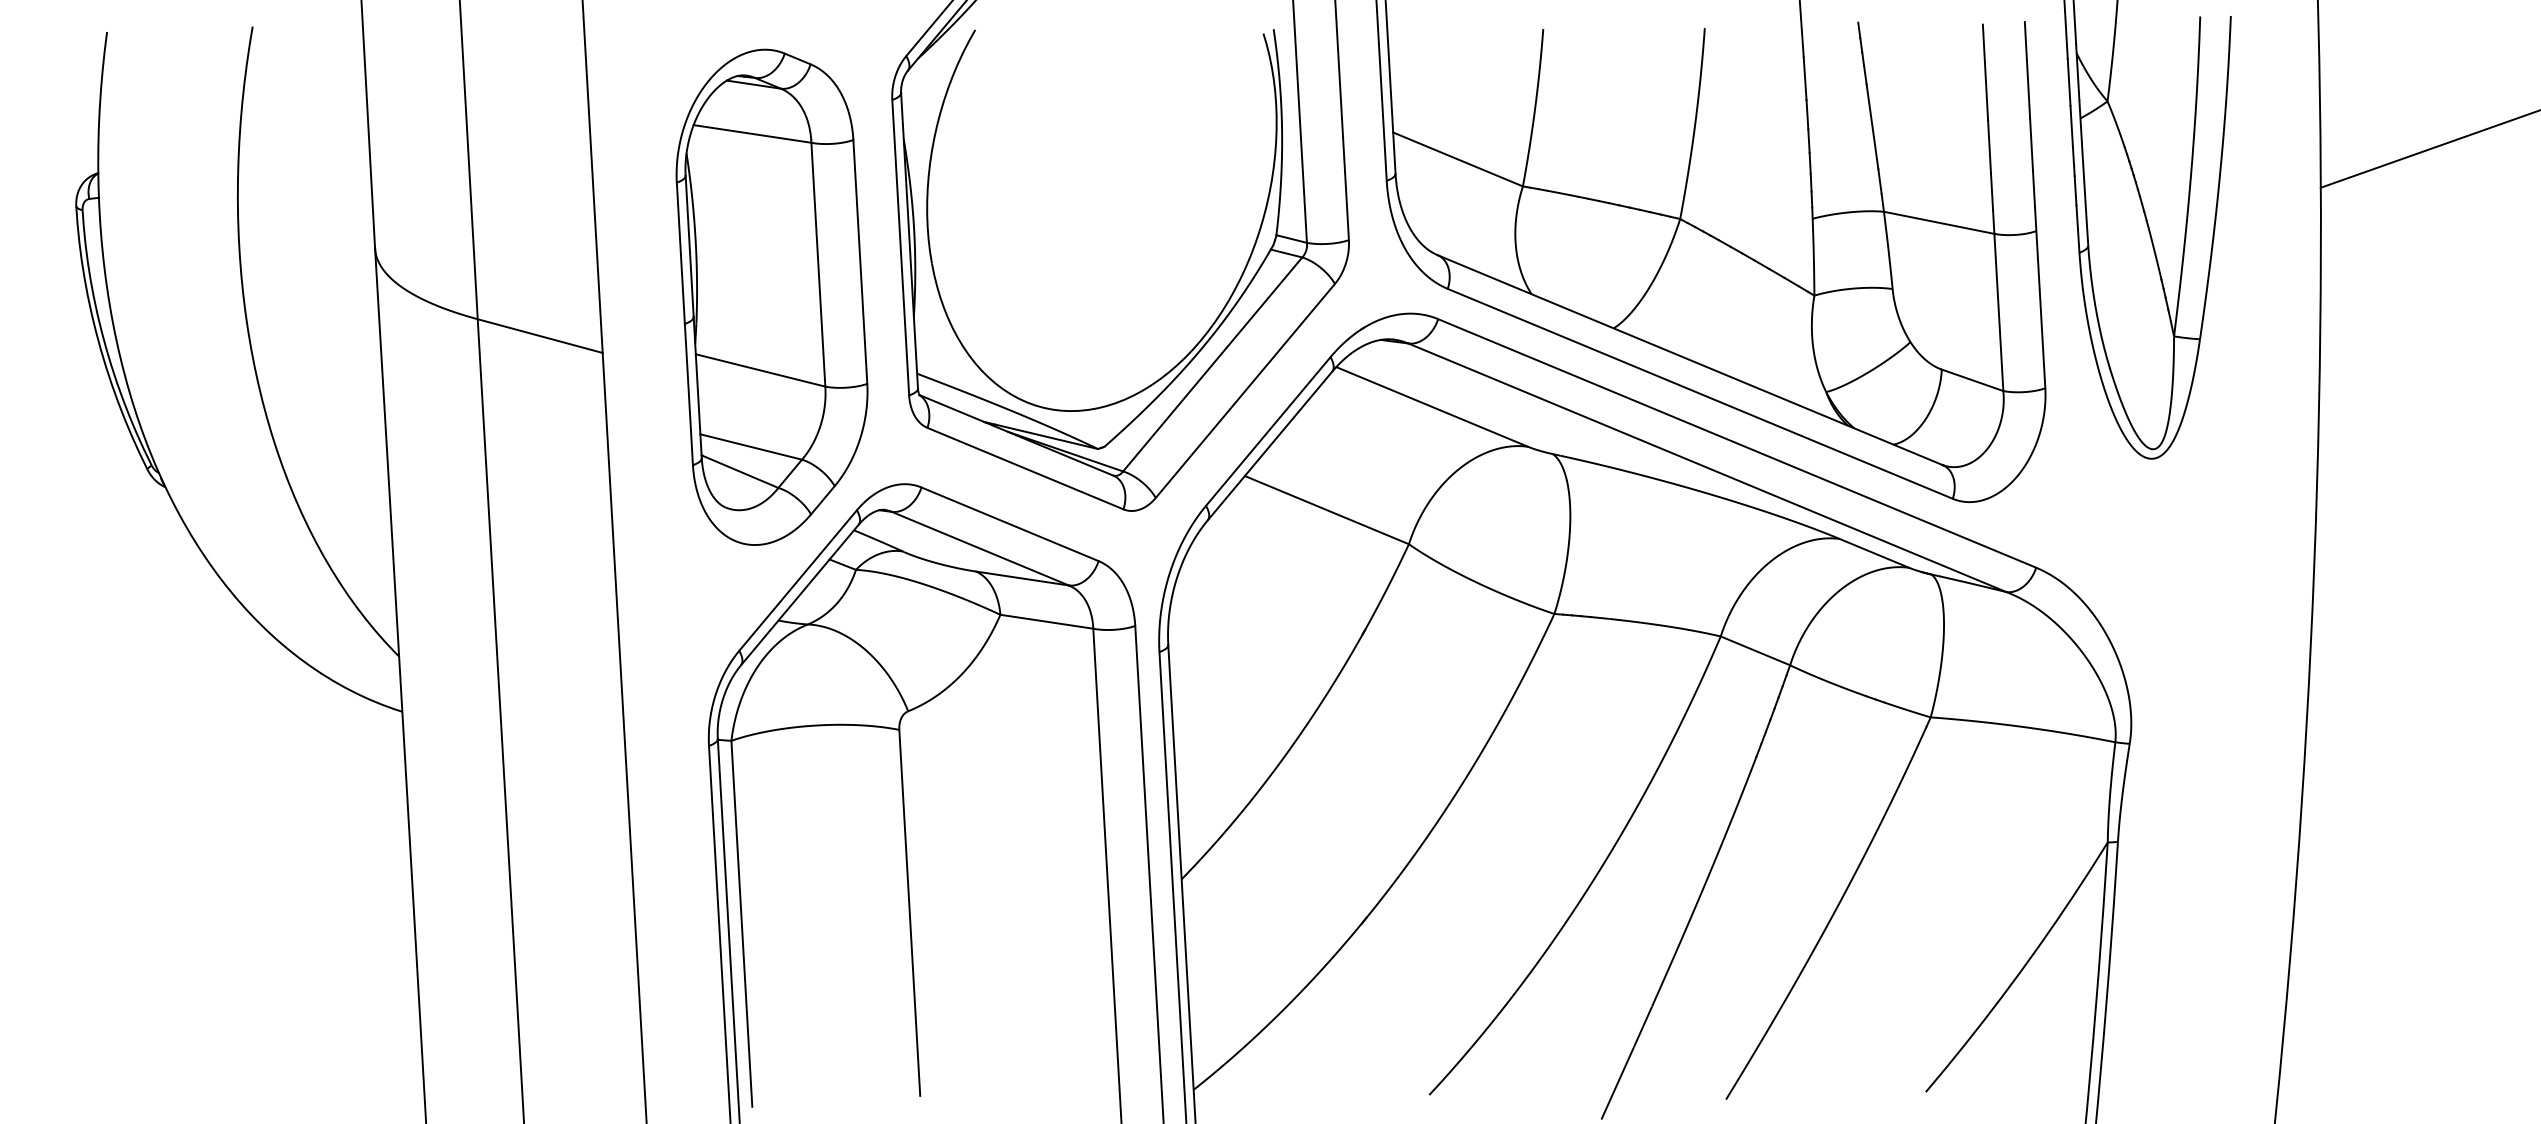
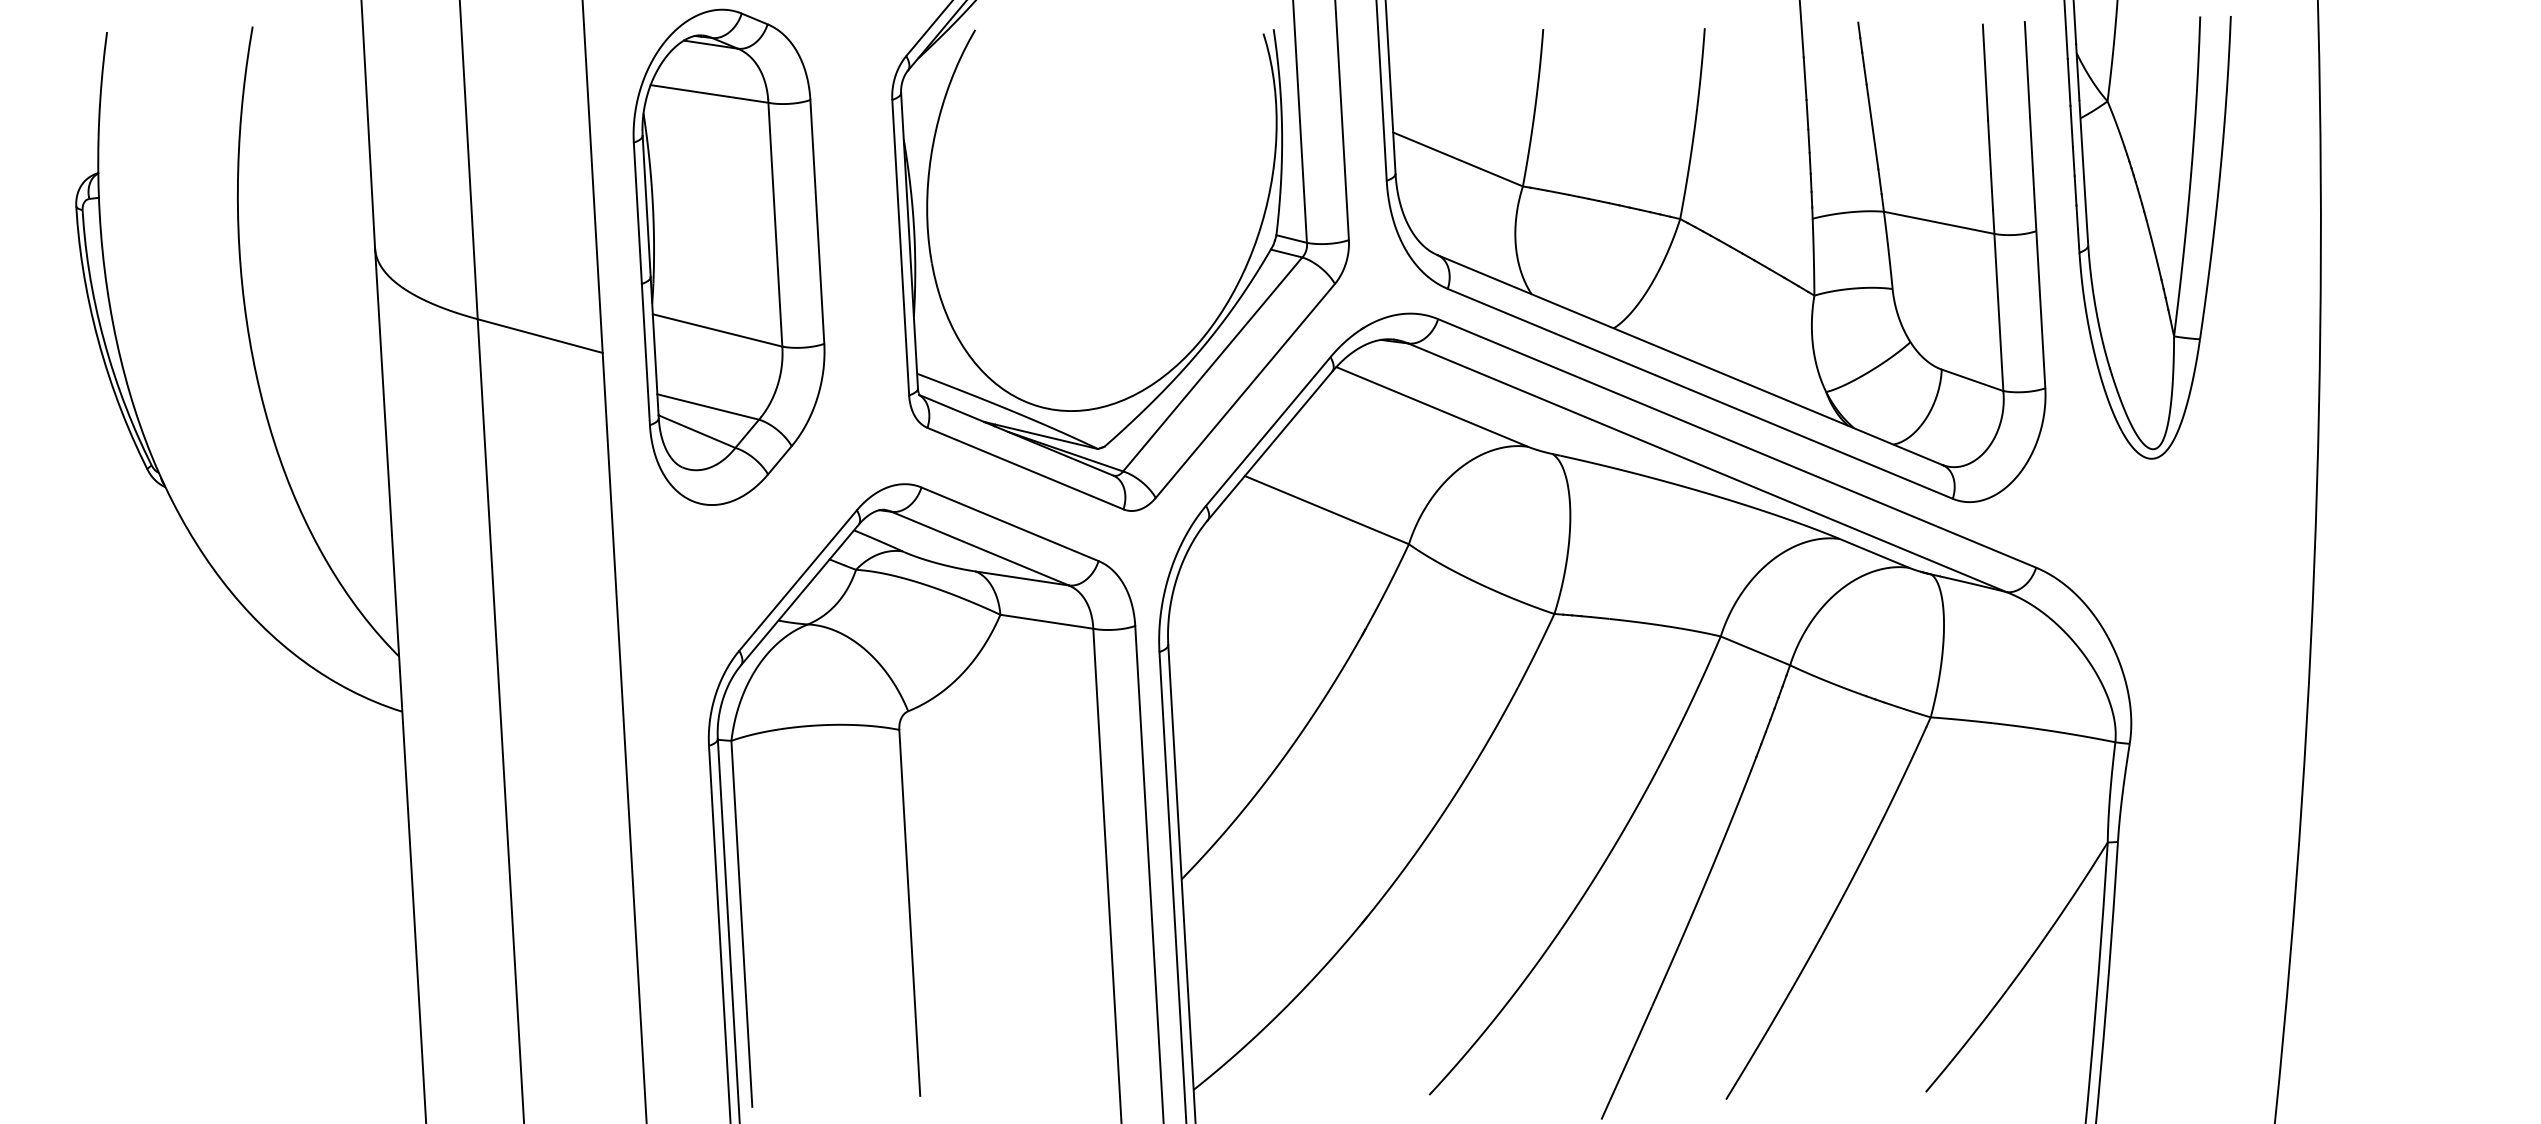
line at (2428, 149): present -> none
part at (771, 296) position: (771, 296) -> (728, 256)
